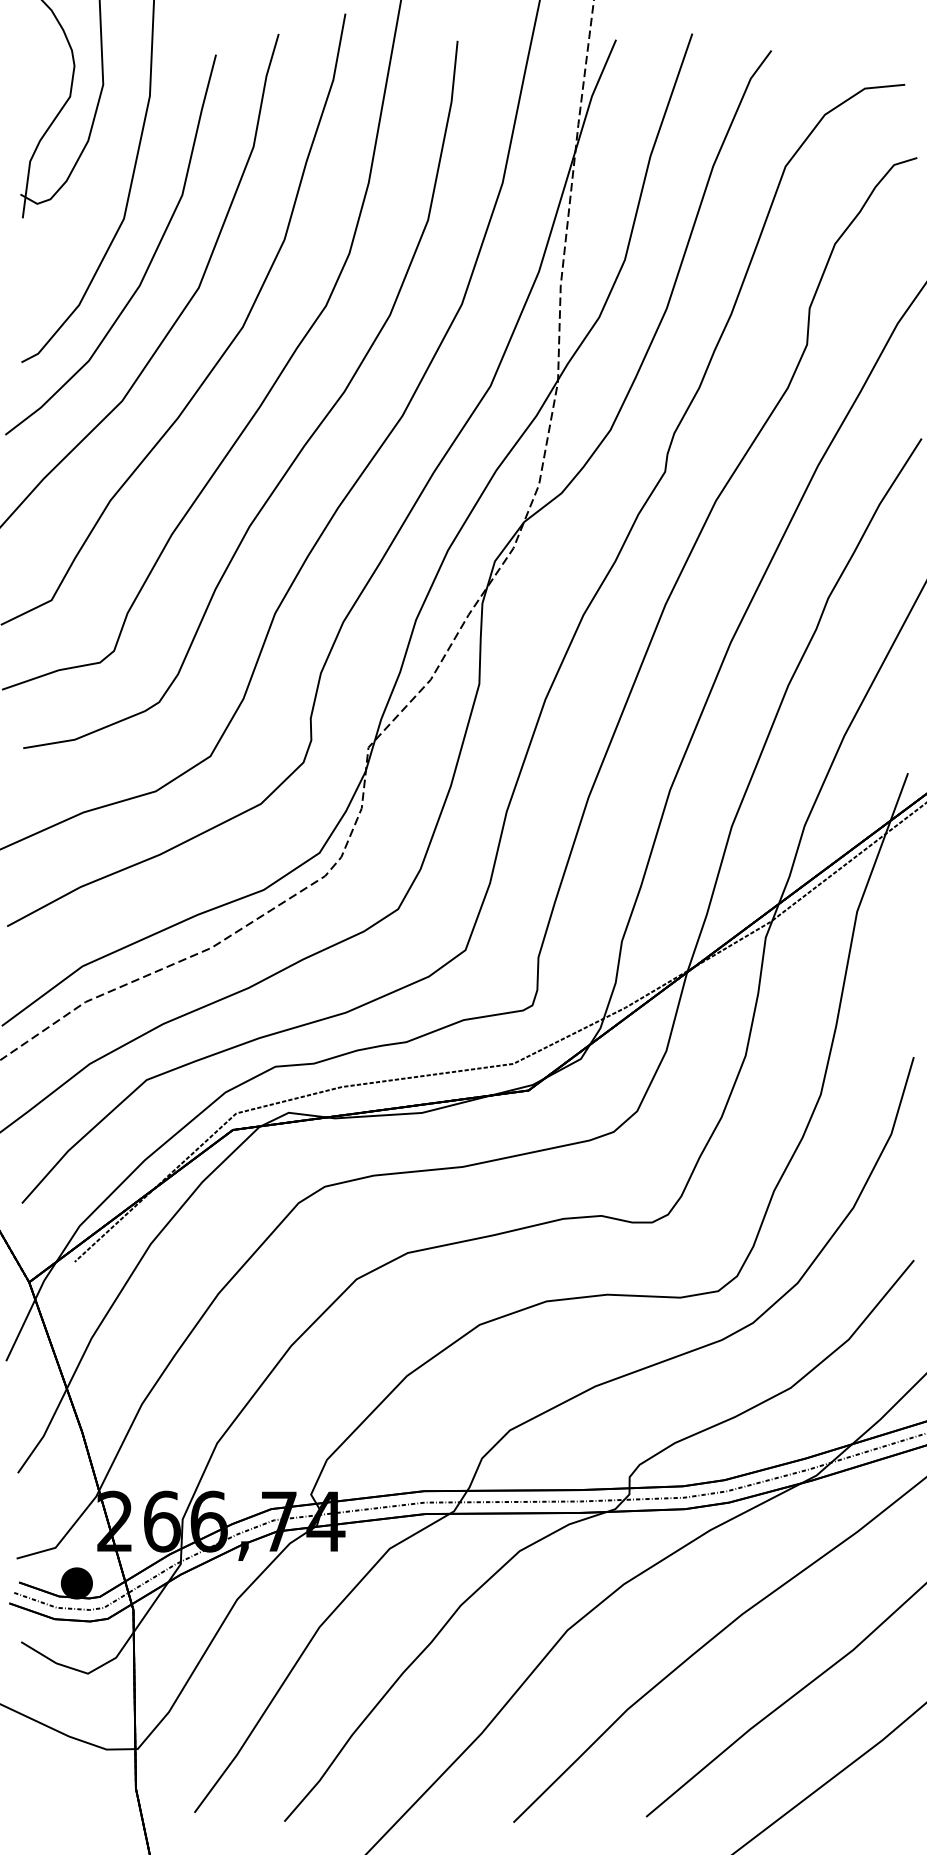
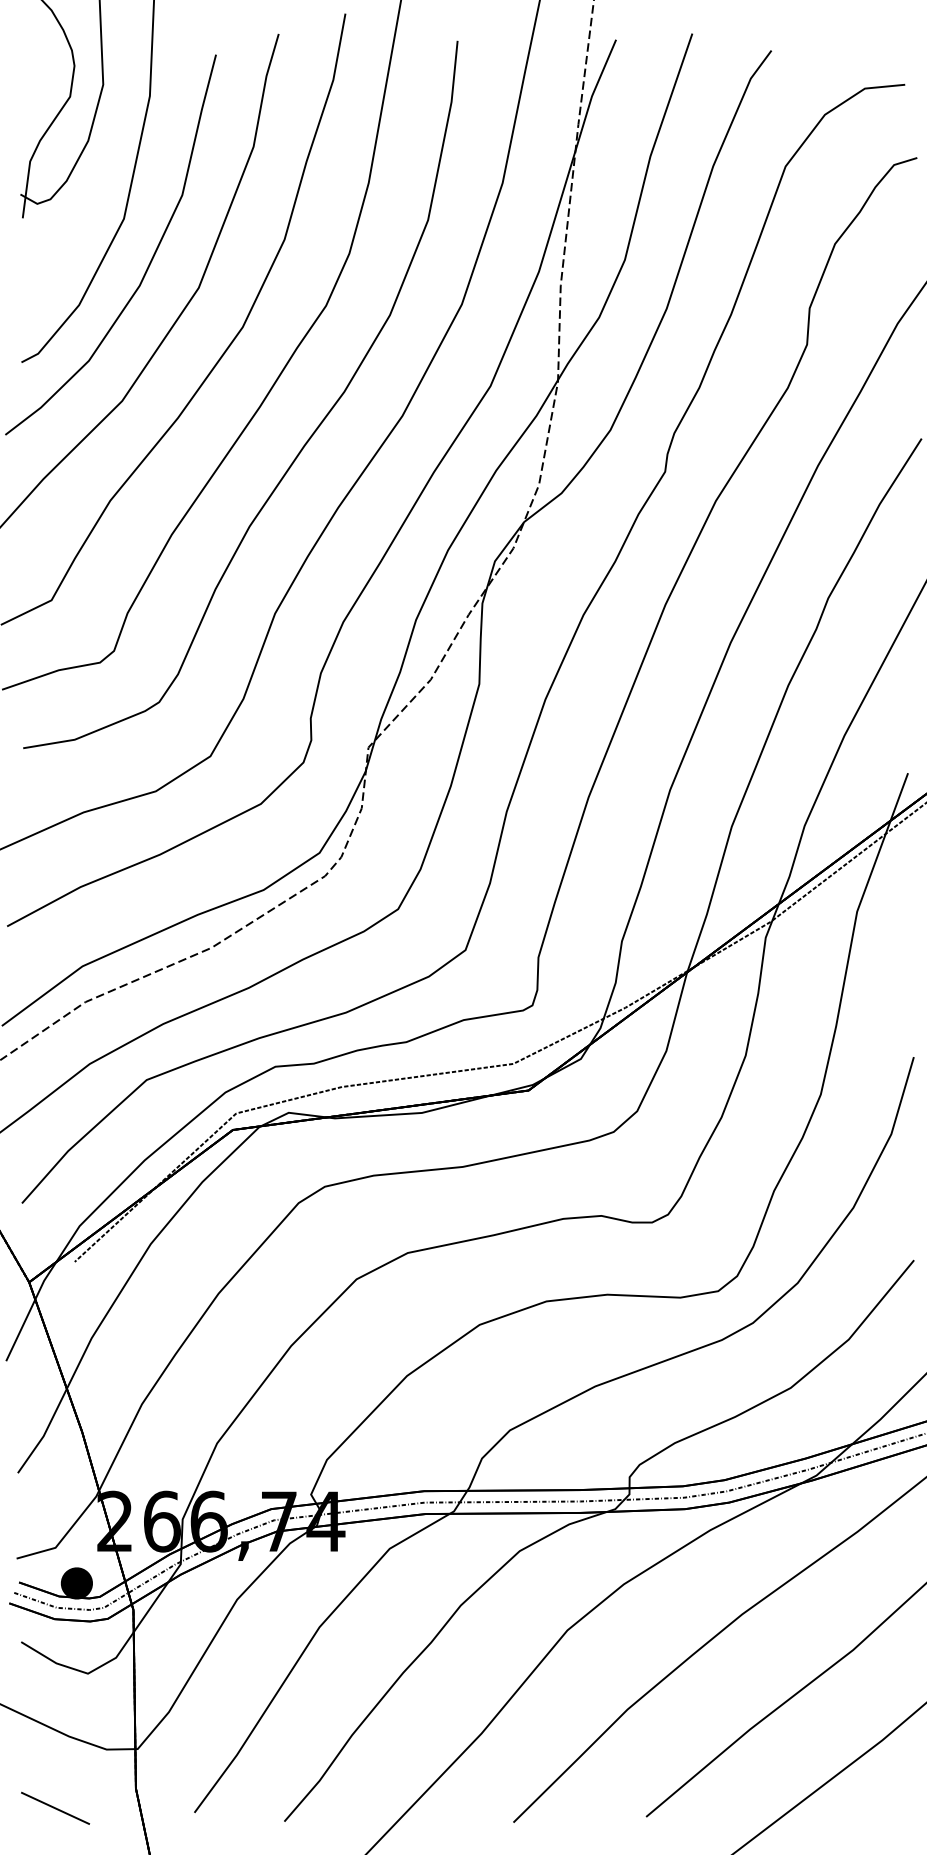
line at (55, 1807): none -> present
